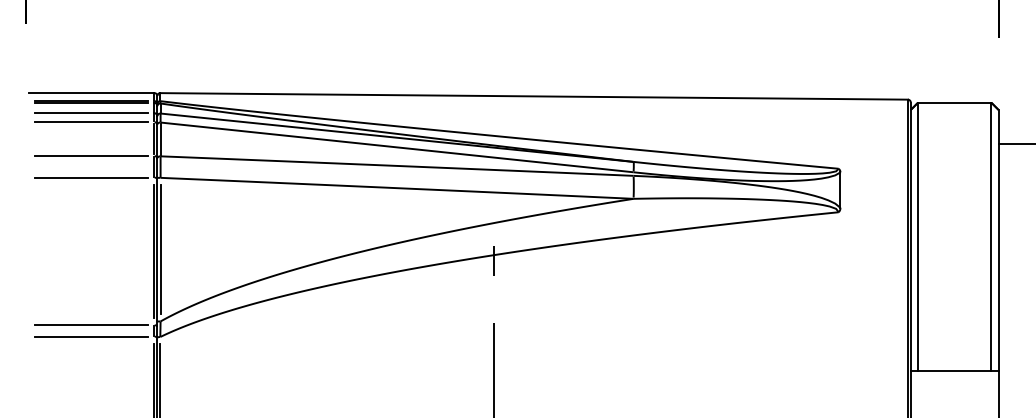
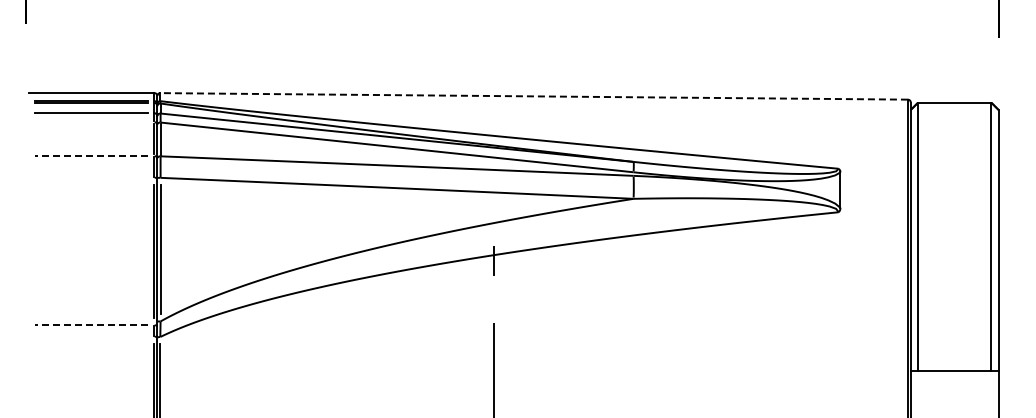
line at (534, 96): solid -> dashed
line at (91, 122): present -> none
line at (1015, 144): present -> none
line at (91, 156): solid -> dashed
line at (91, 177): present -> none
line at (91, 325): solid -> dashed
line at (91, 336): present -> none
